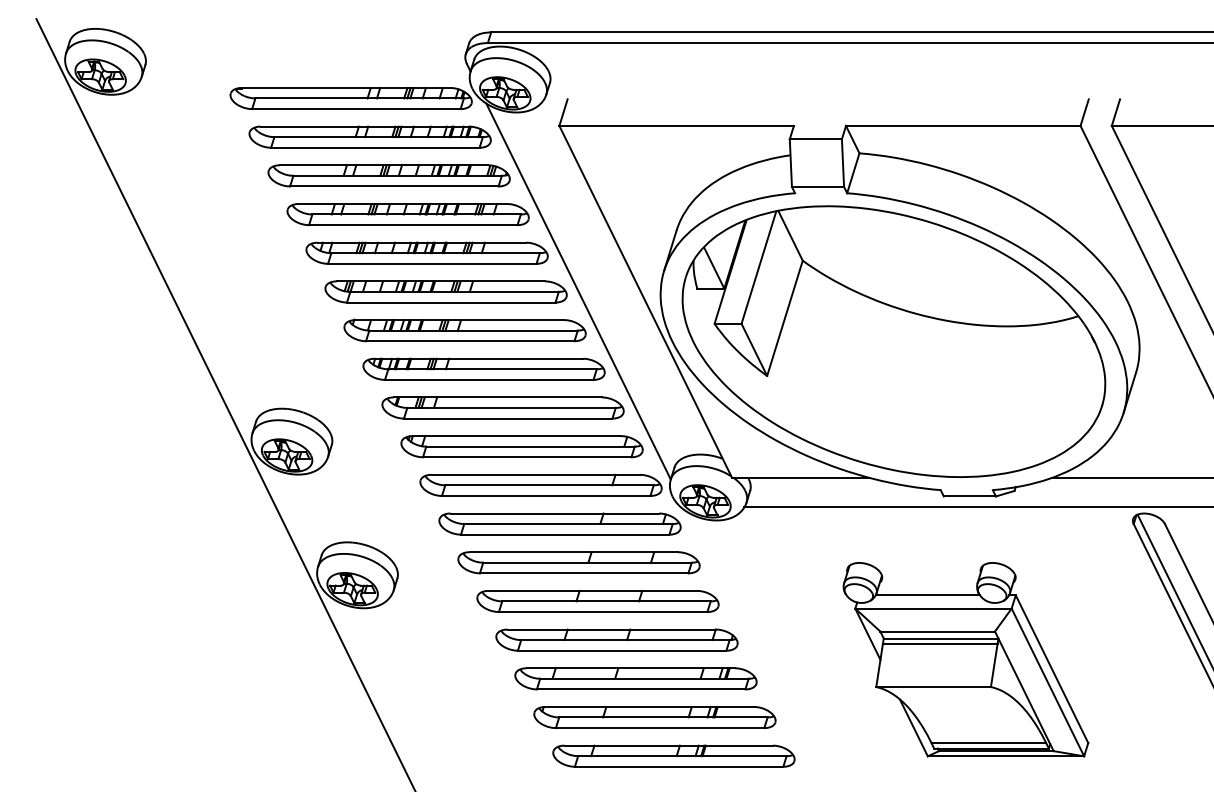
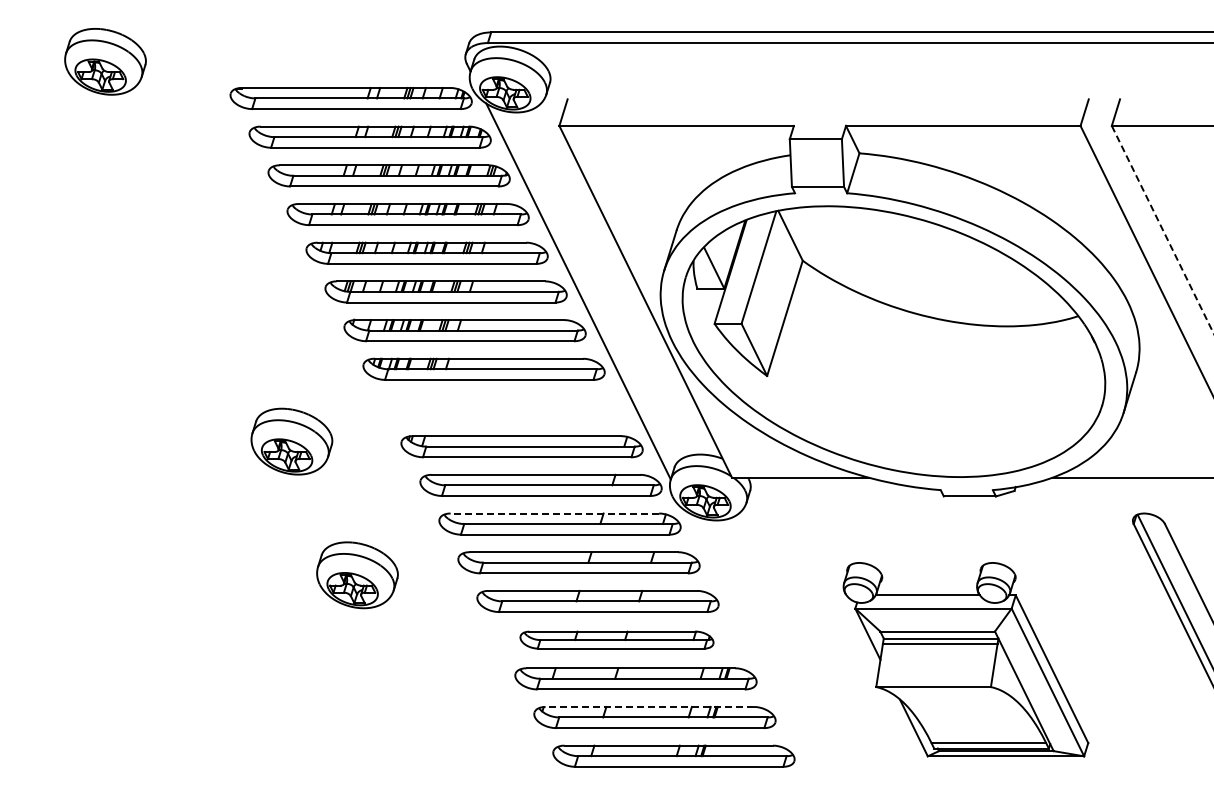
line at (1162, 230): solid -> dashed
line at (224, 403): present -> none
part at (502, 407): present -> none
line at (977, 507): present -> none
line at (554, 513): solid -> dashed
part at (616, 639) size: 244x24 px -> 196x20 px
line at (649, 706): solid -> dashed
